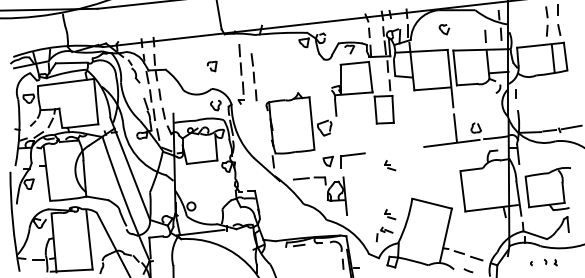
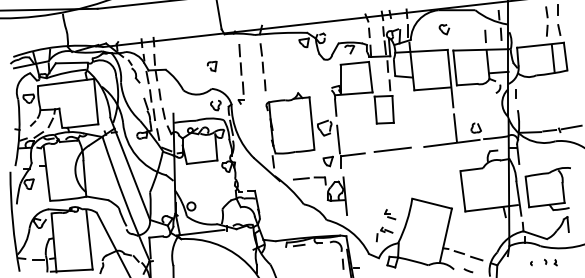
part at (253, 77) position: (253, 77) -> (262, 67)
line at (338, 139): none -> present
line at (392, 149): none -> present
part at (390, 165): present -> none
